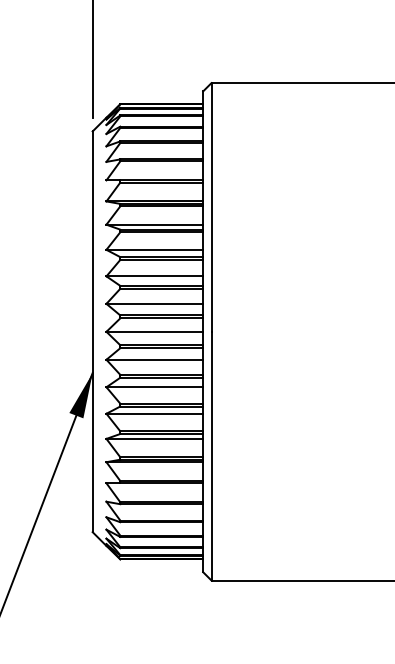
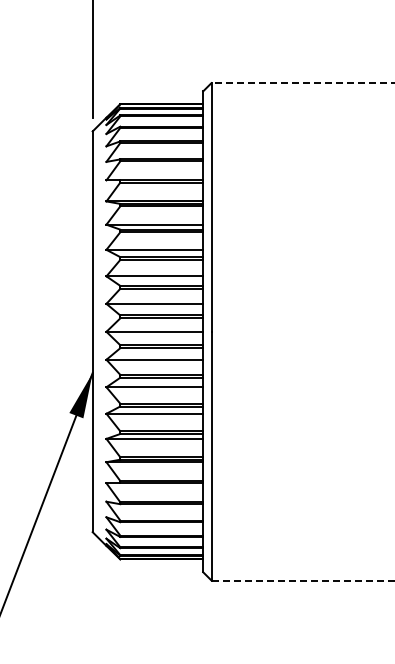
line at (302, 83): solid -> dashed
line at (303, 580): solid -> dashed
